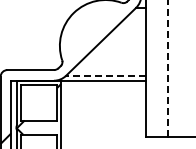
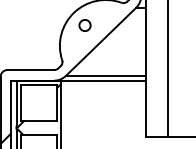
circle at (84, 25): none -> present
line at (167, 68): dashed -> solid
line at (105, 75): dashed -> solid
